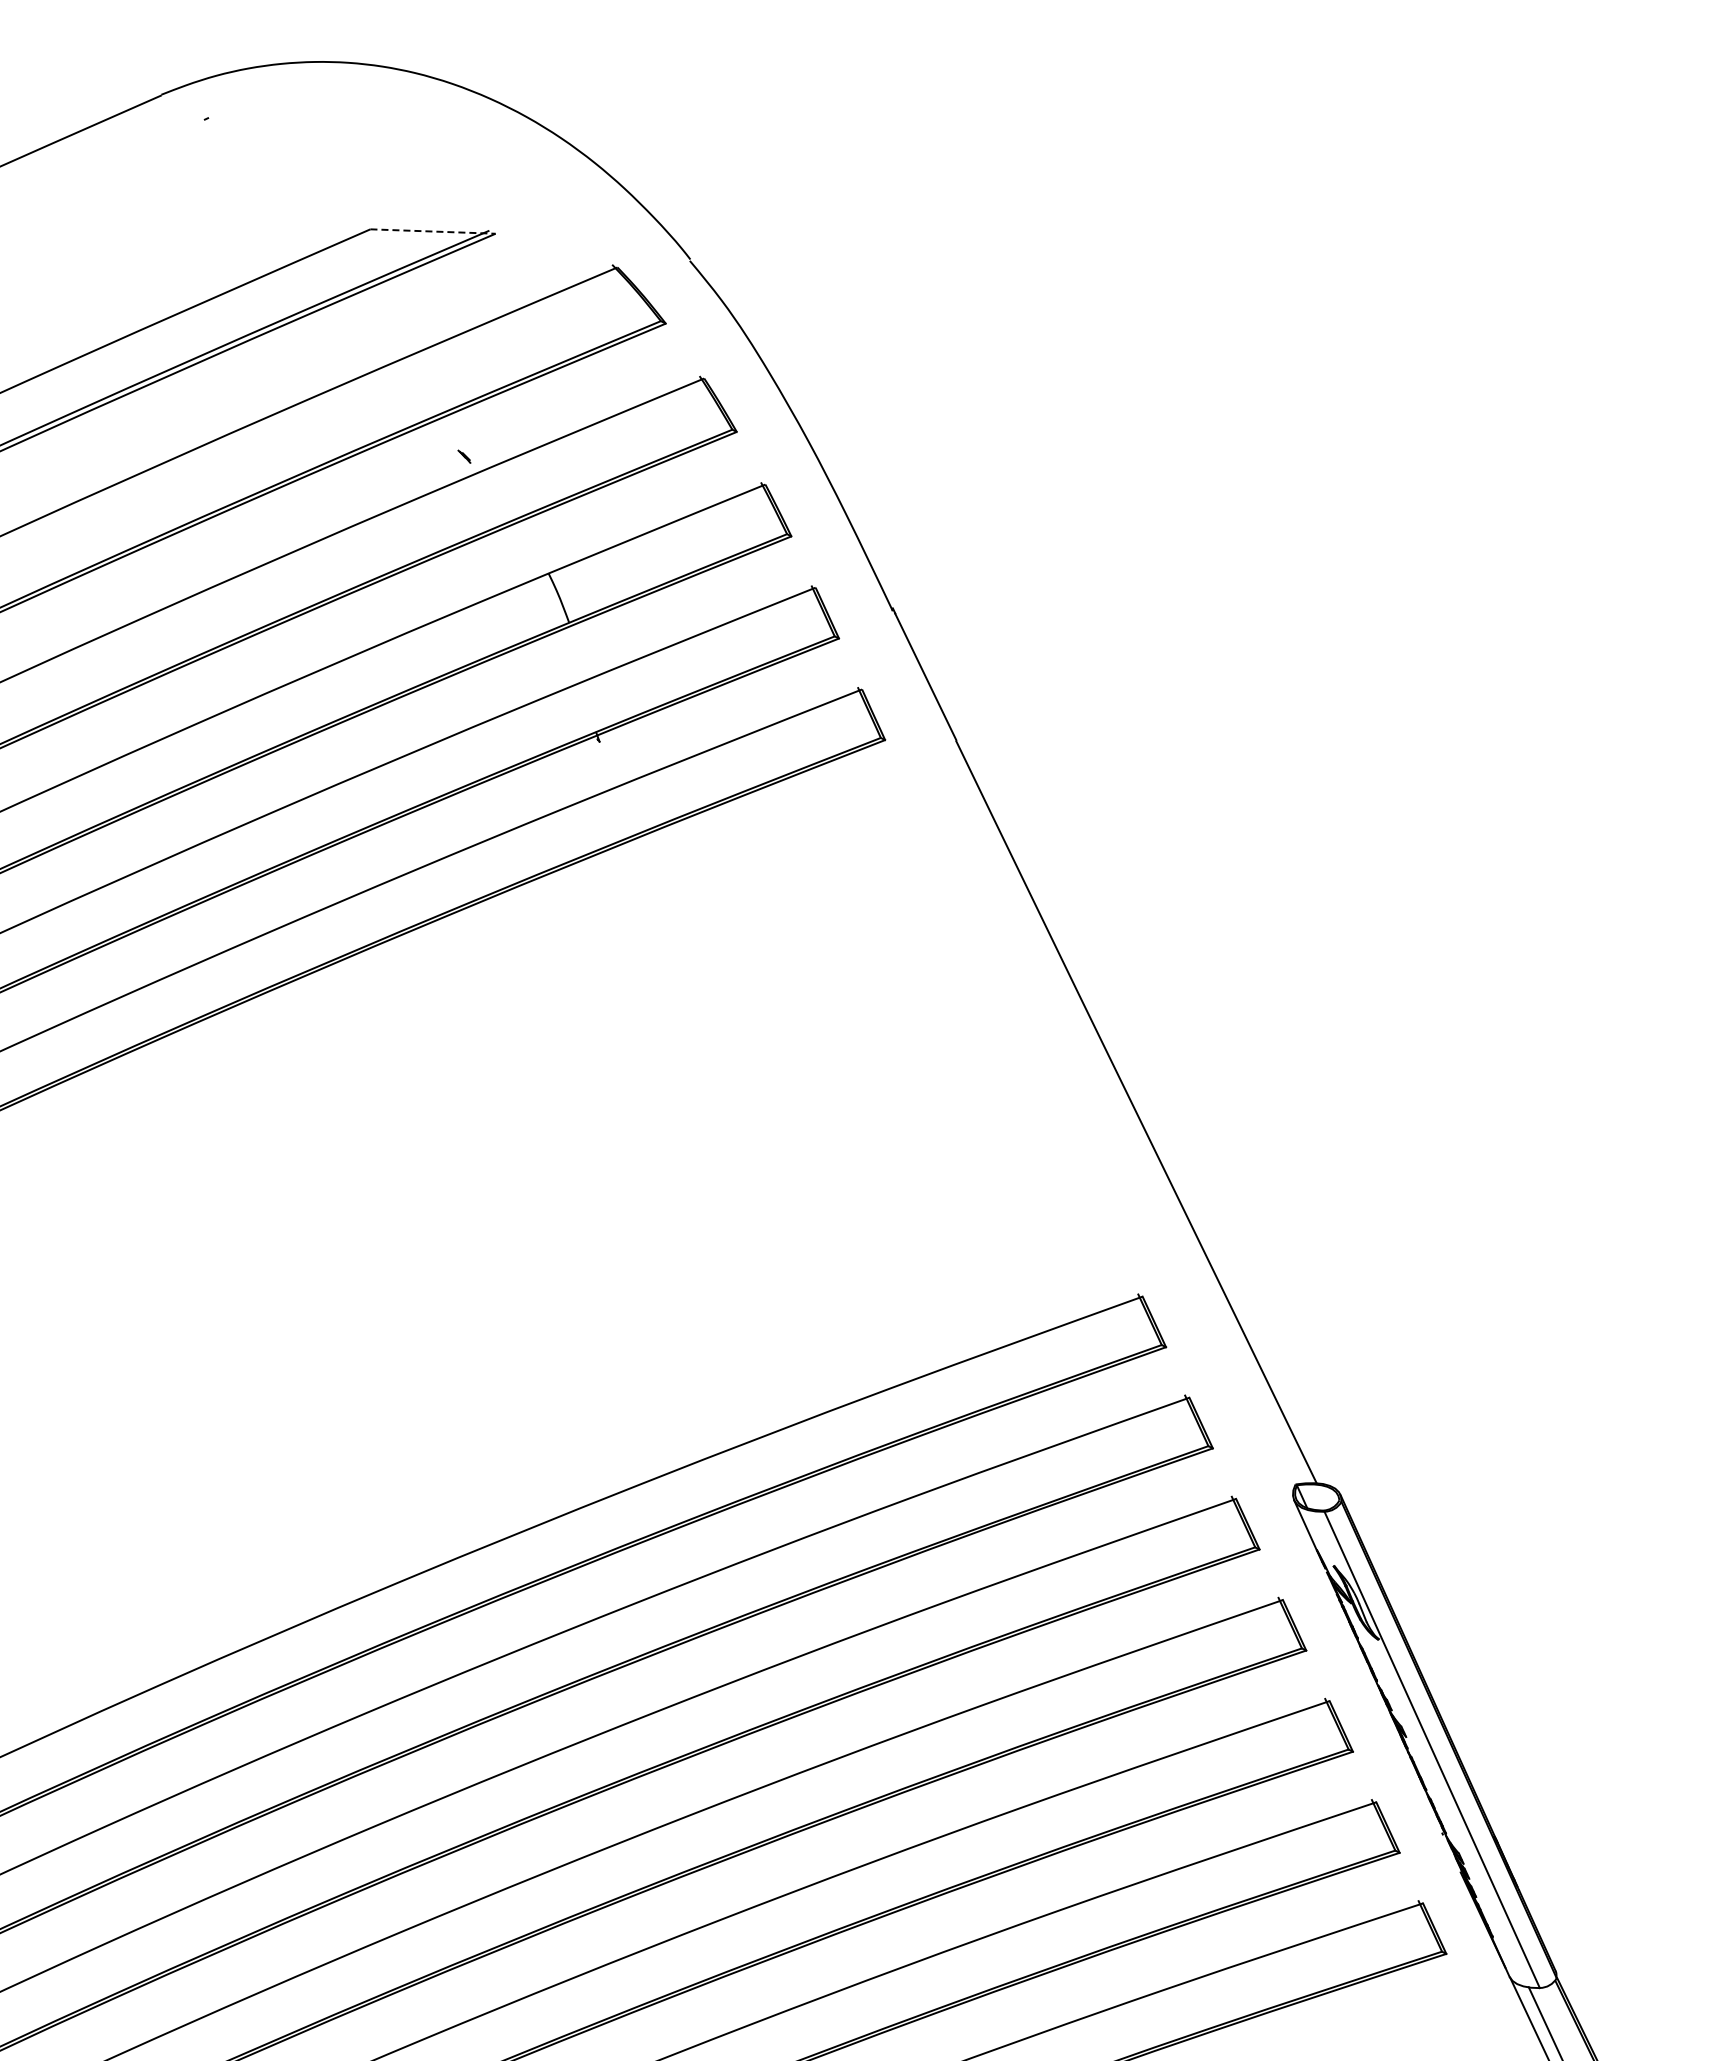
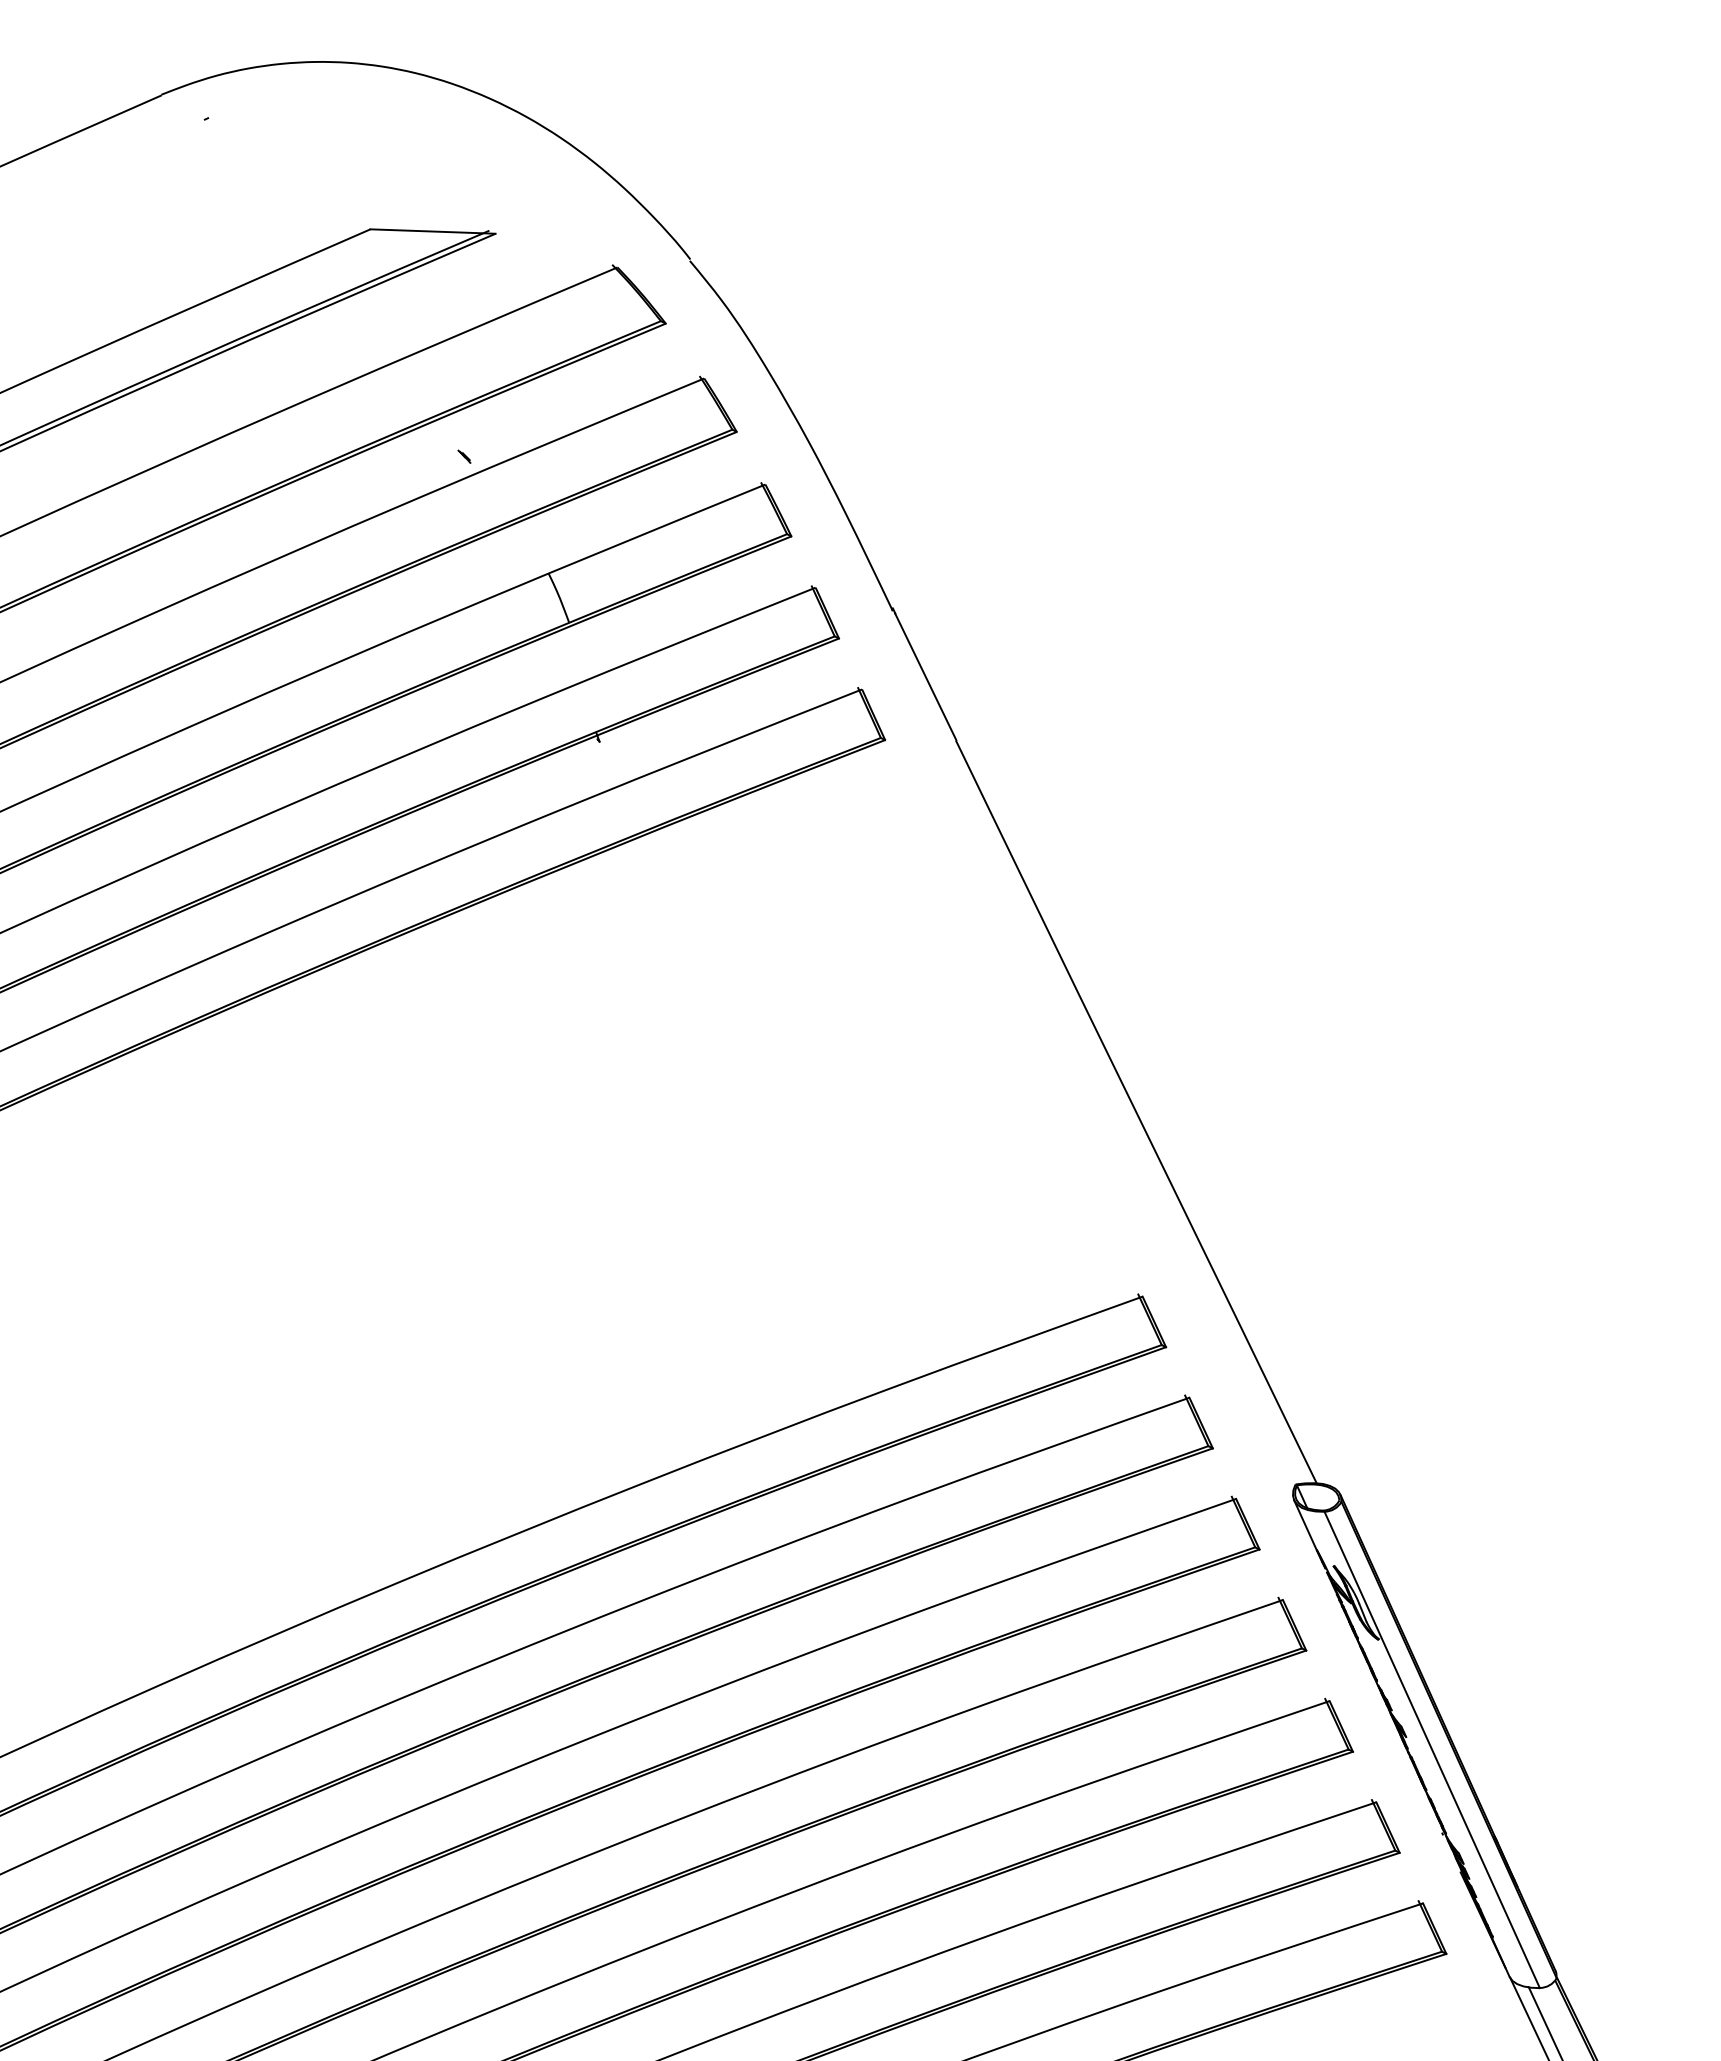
line at (433, 231): dashed -> solid
